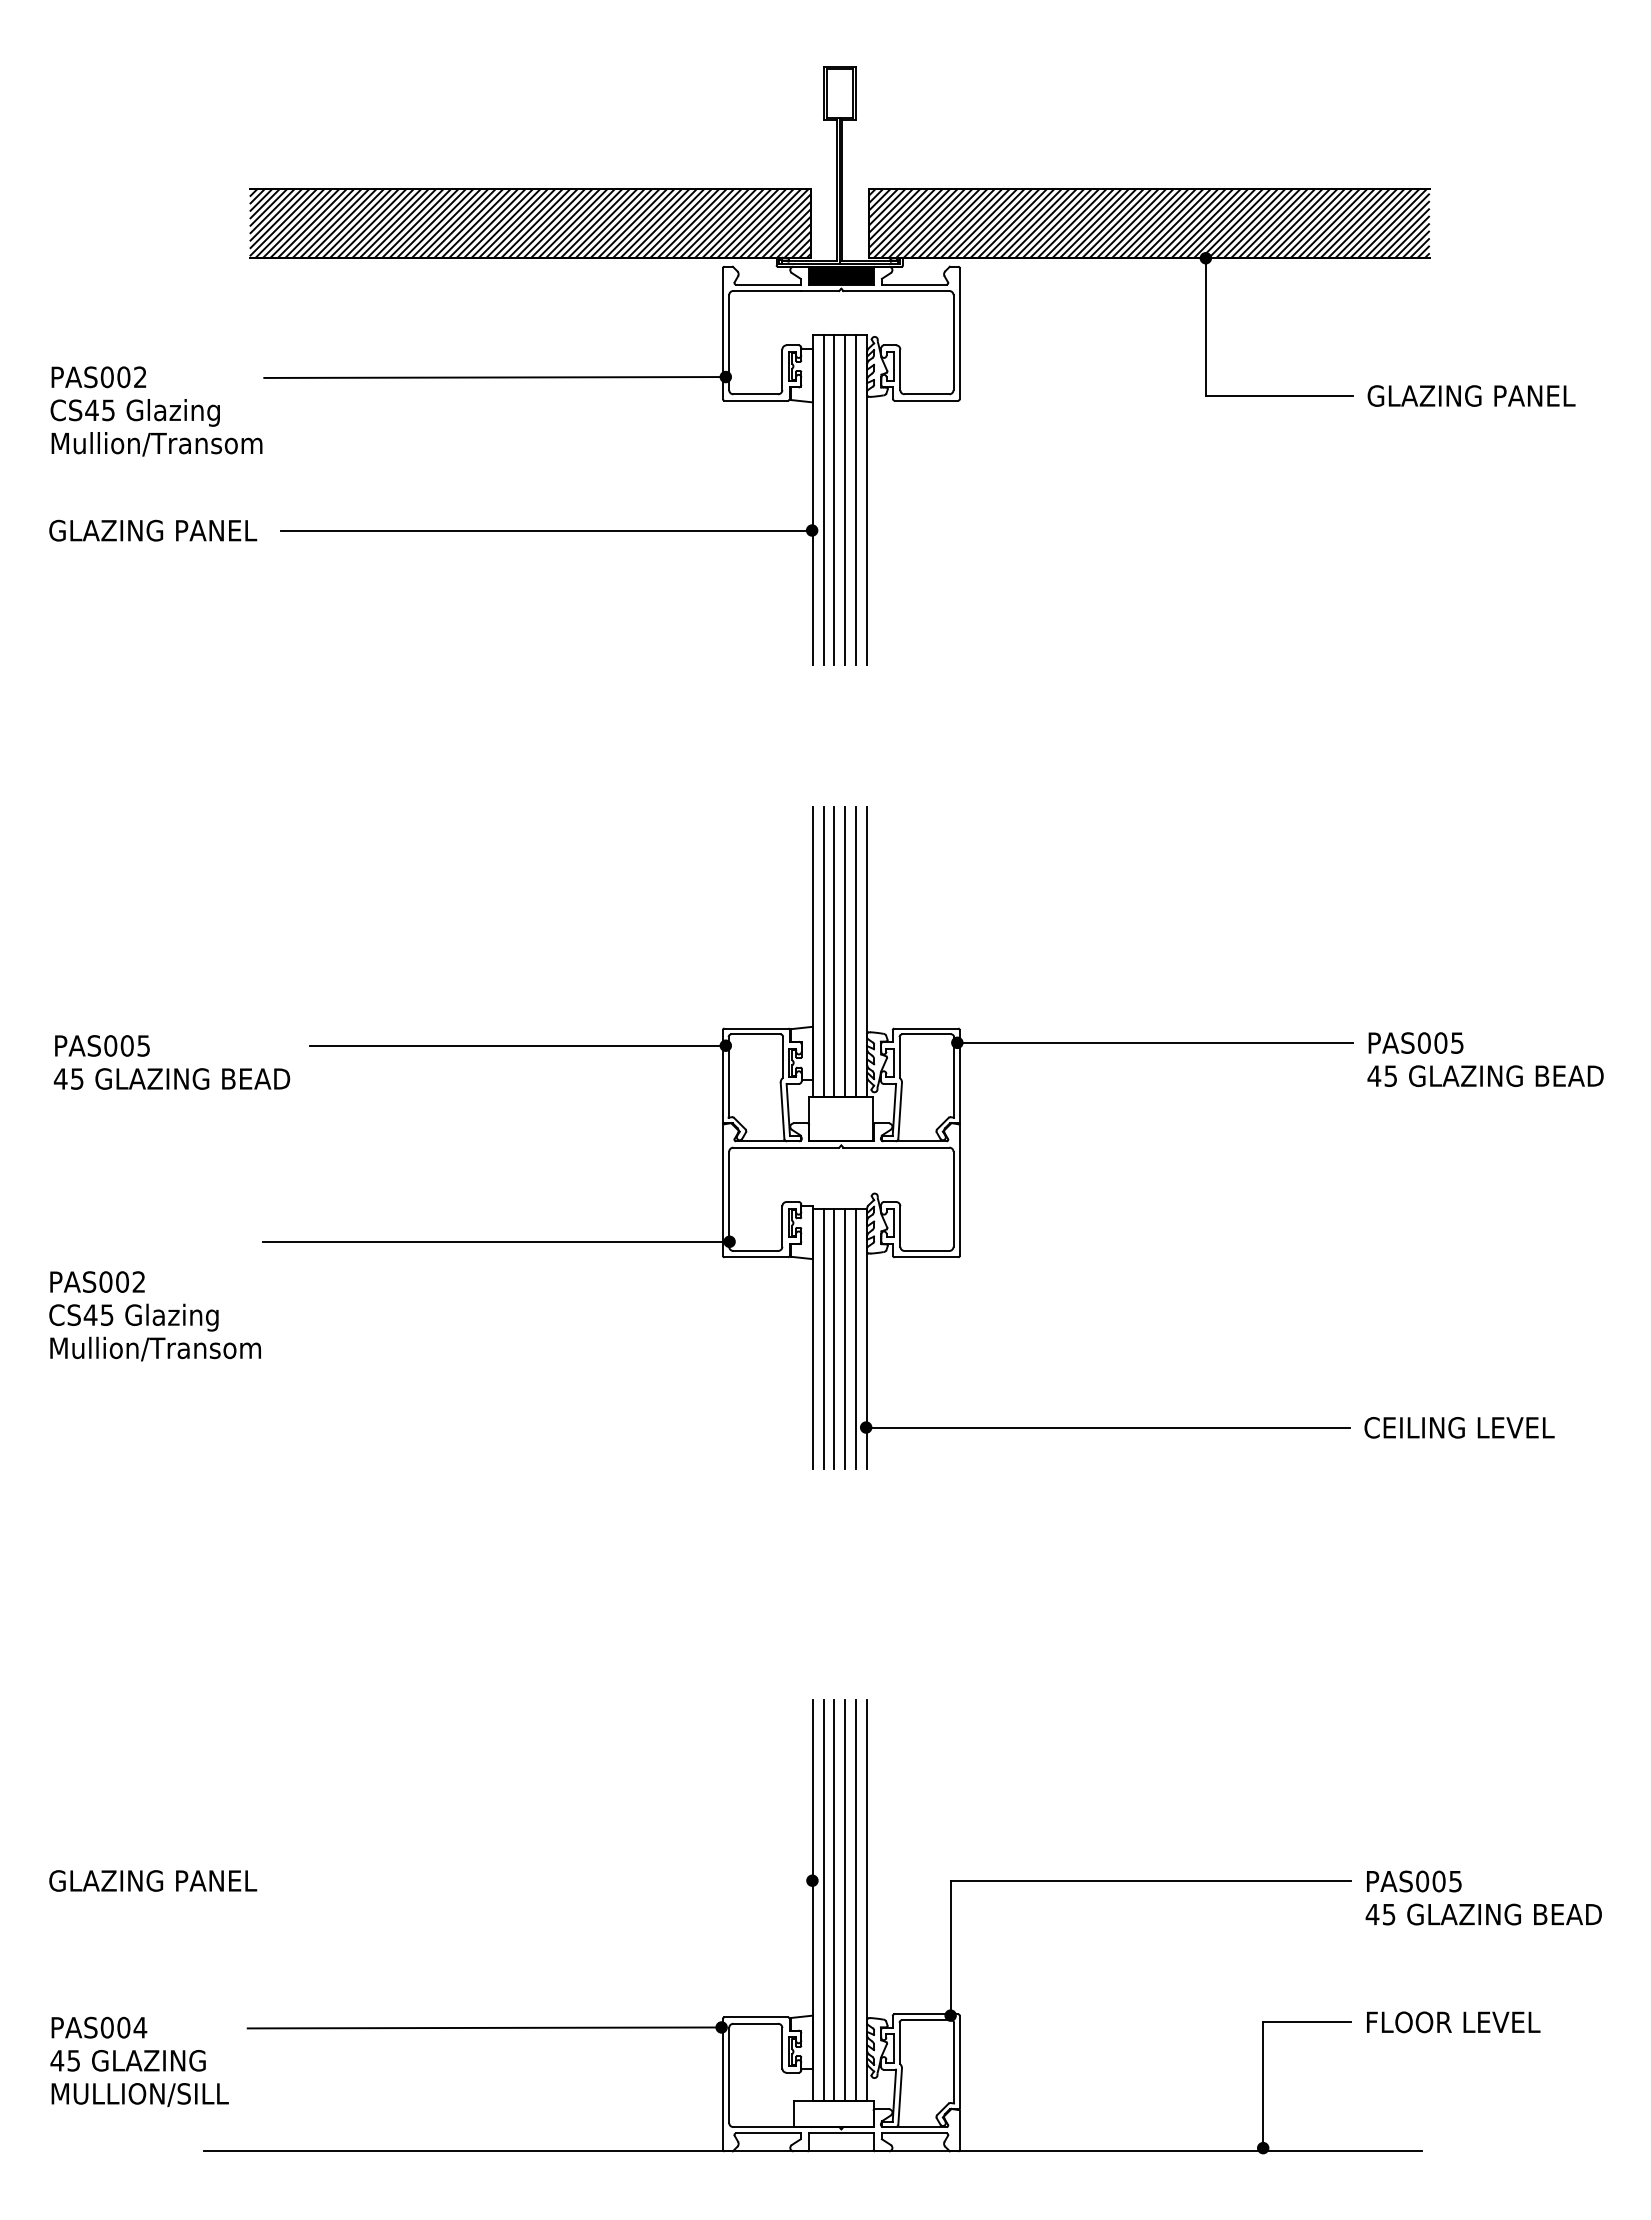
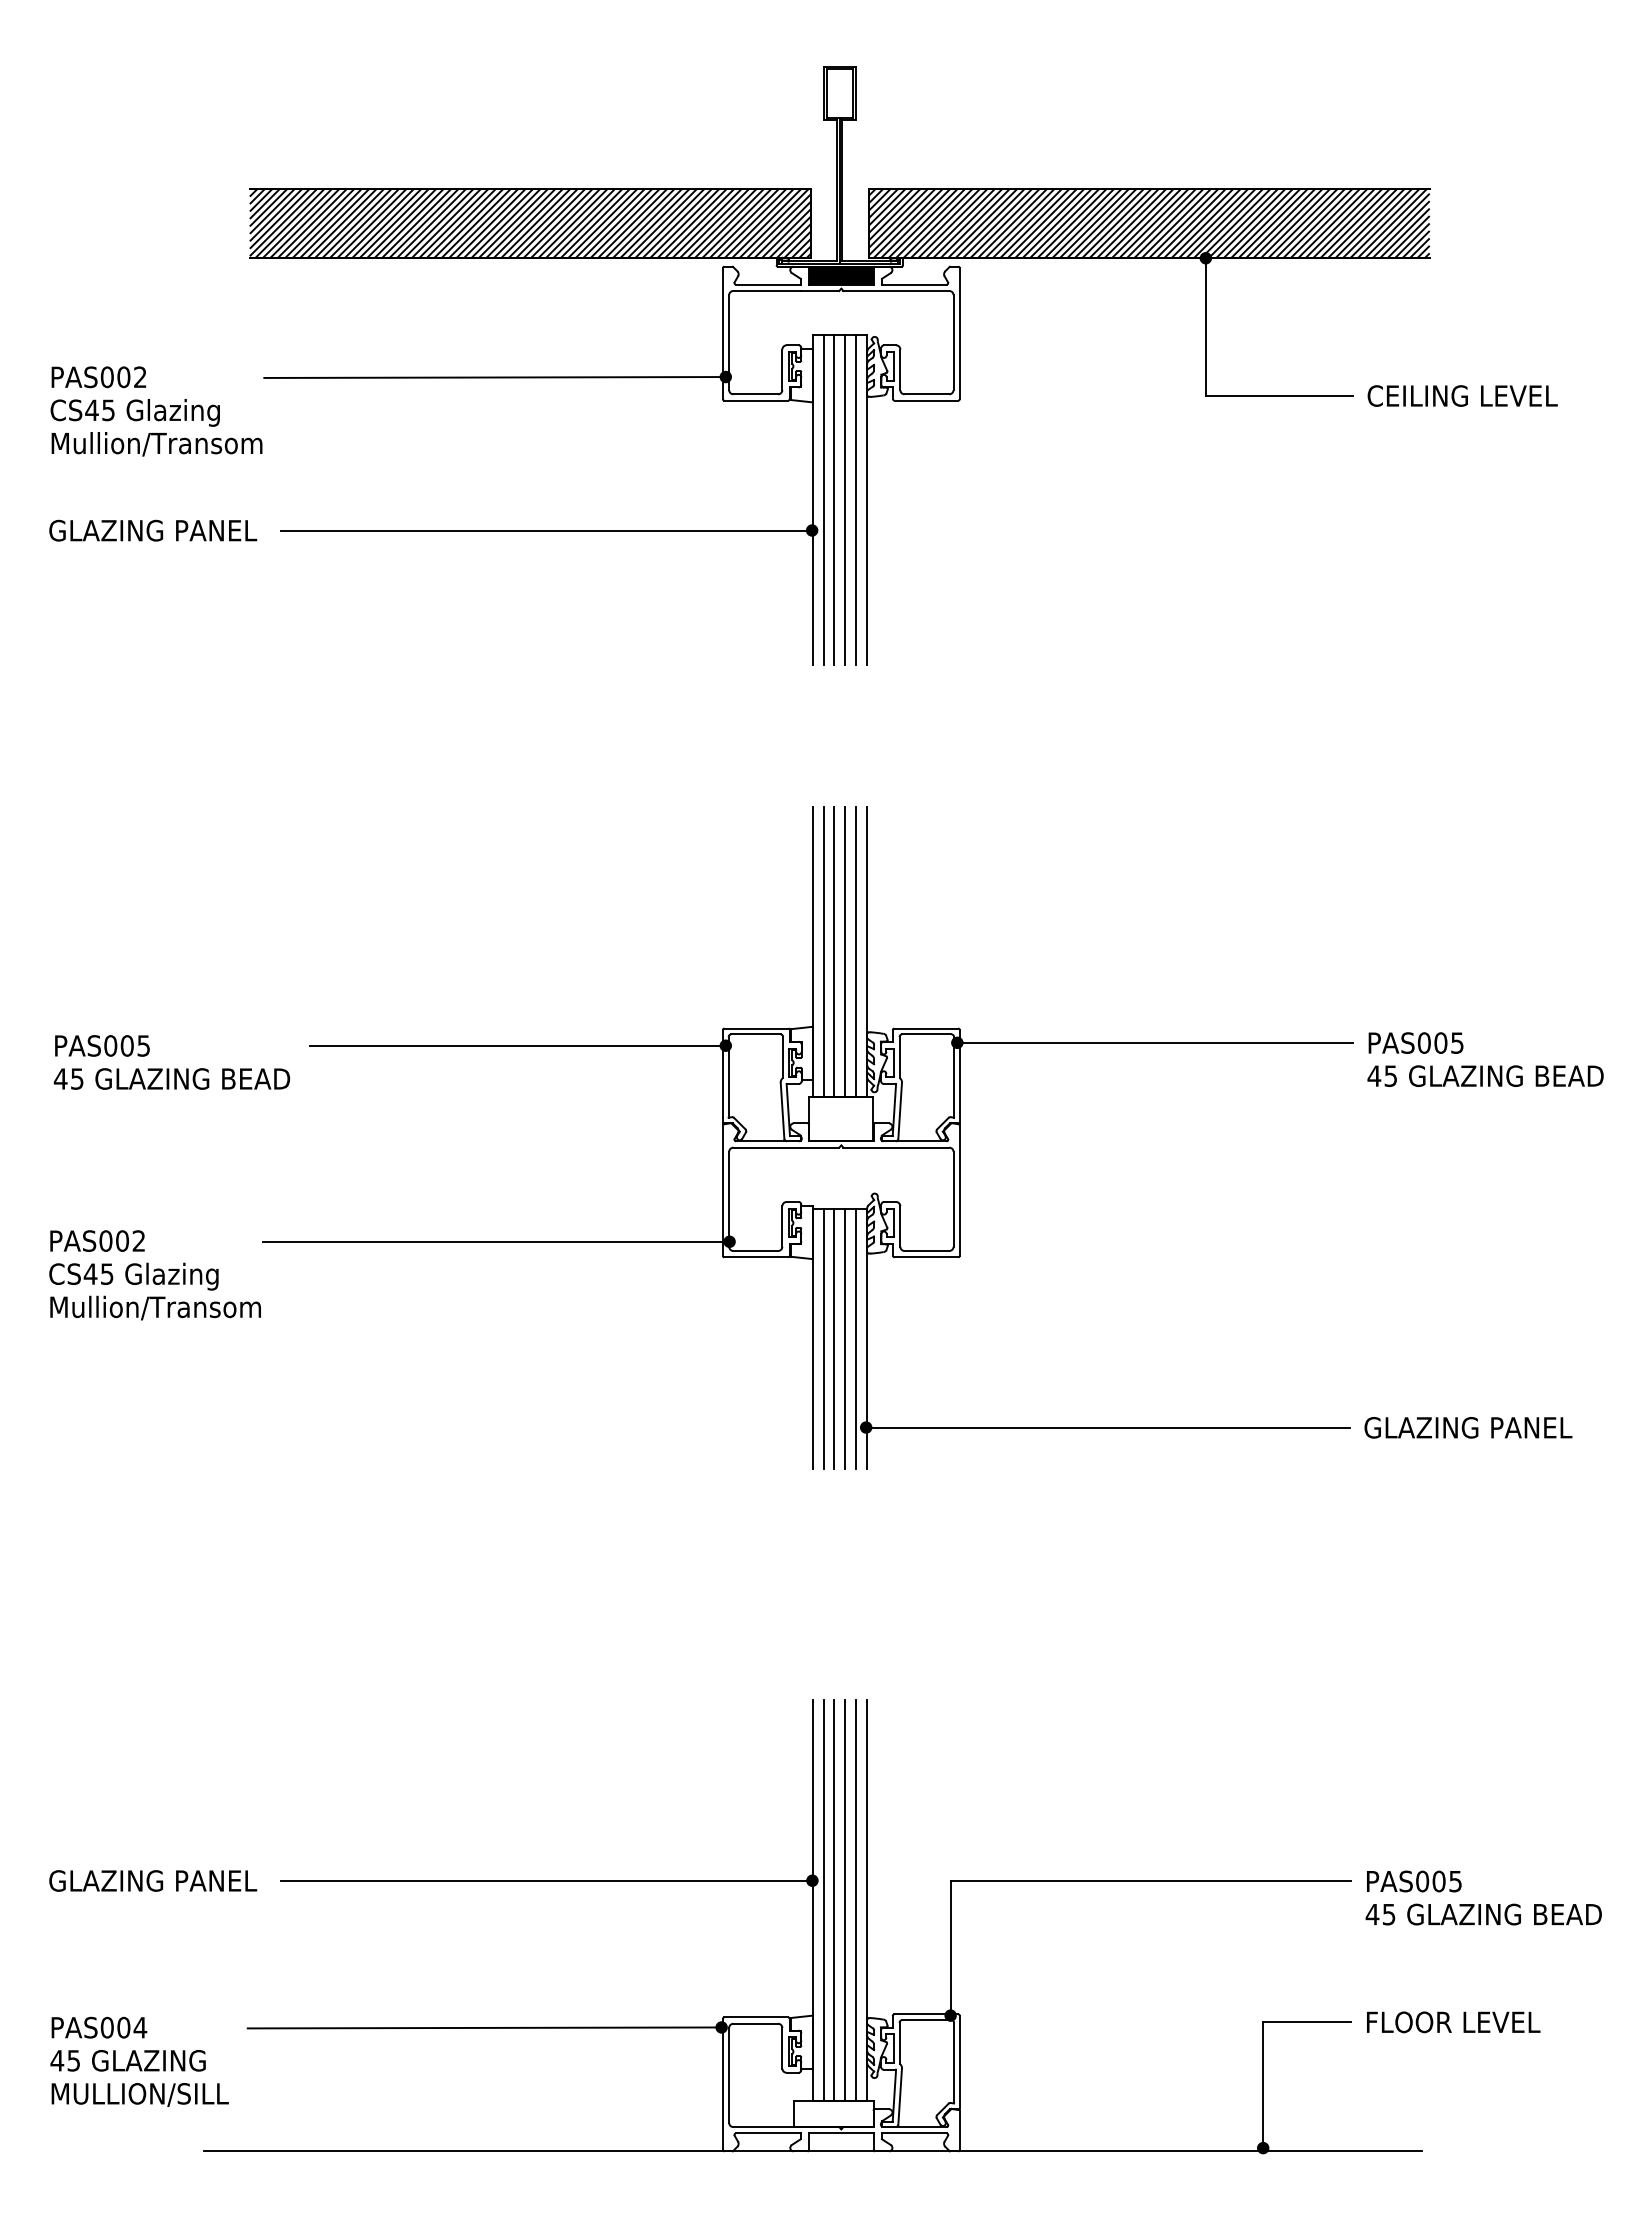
text at (1476, 395): GLAZING PANEL -> CEILING LEVEL
text at (154, 1316) position: (154, 1316) -> (154, 1275)
text at (1473, 1427): CEILING LEVEL -> GLAZING PANEL
line at (546, 1880): none -> present
